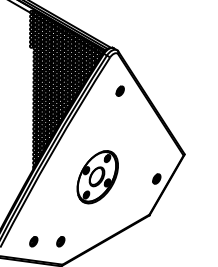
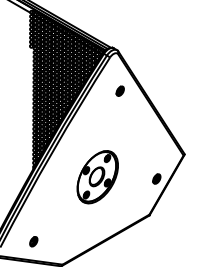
part at (60, 241): present -> none
